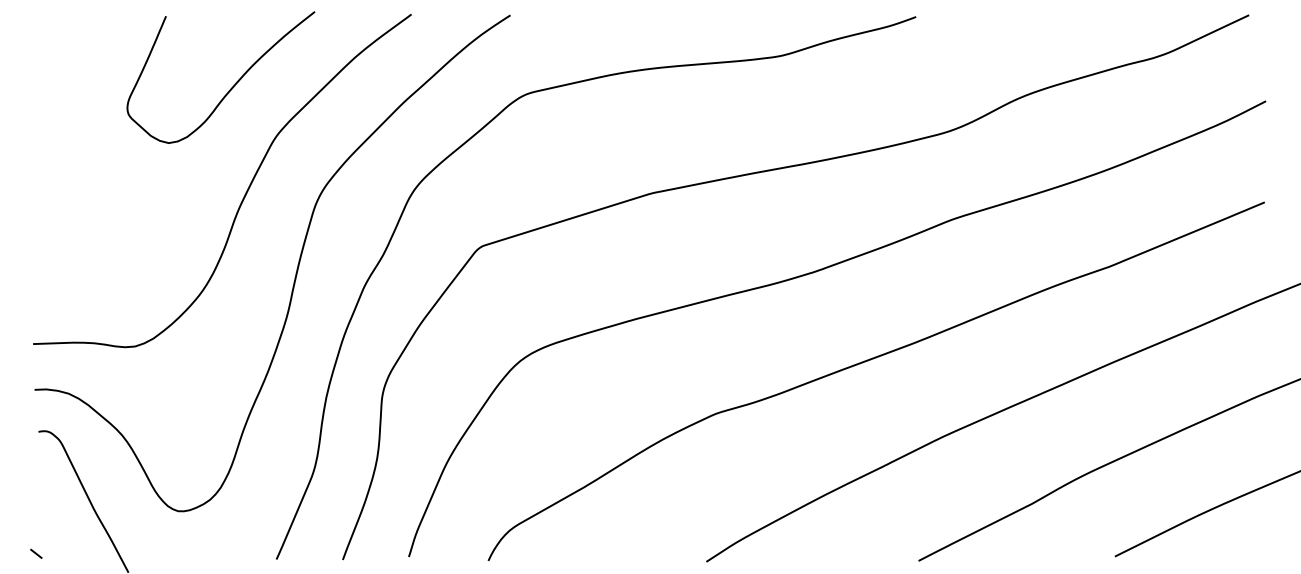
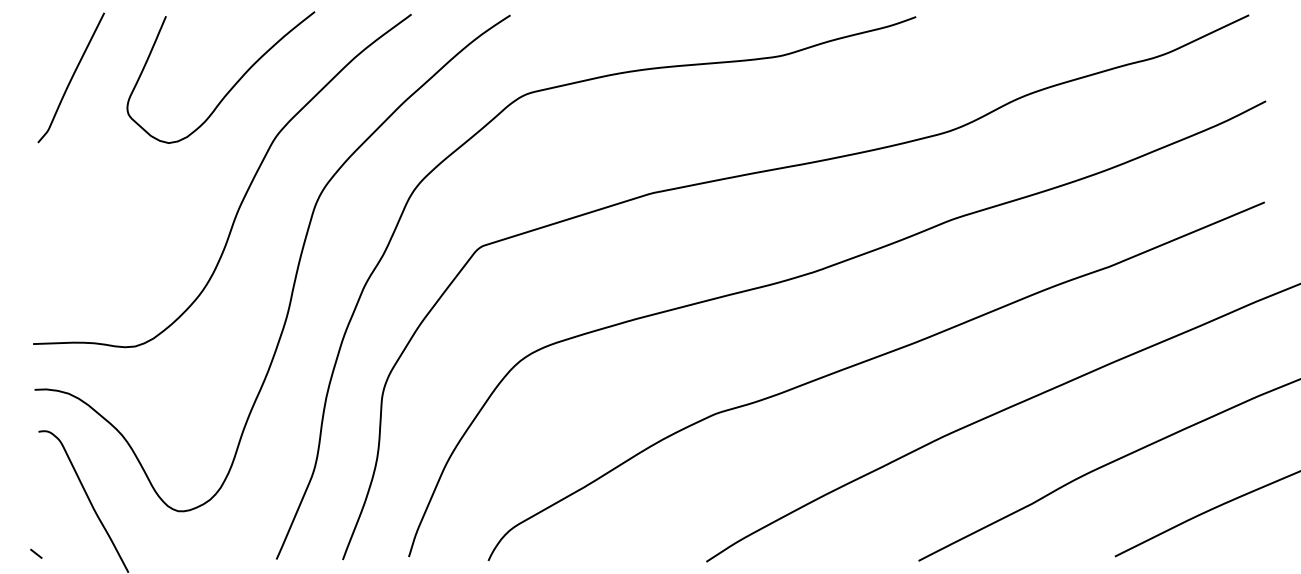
curve at (71, 77): none -> present
